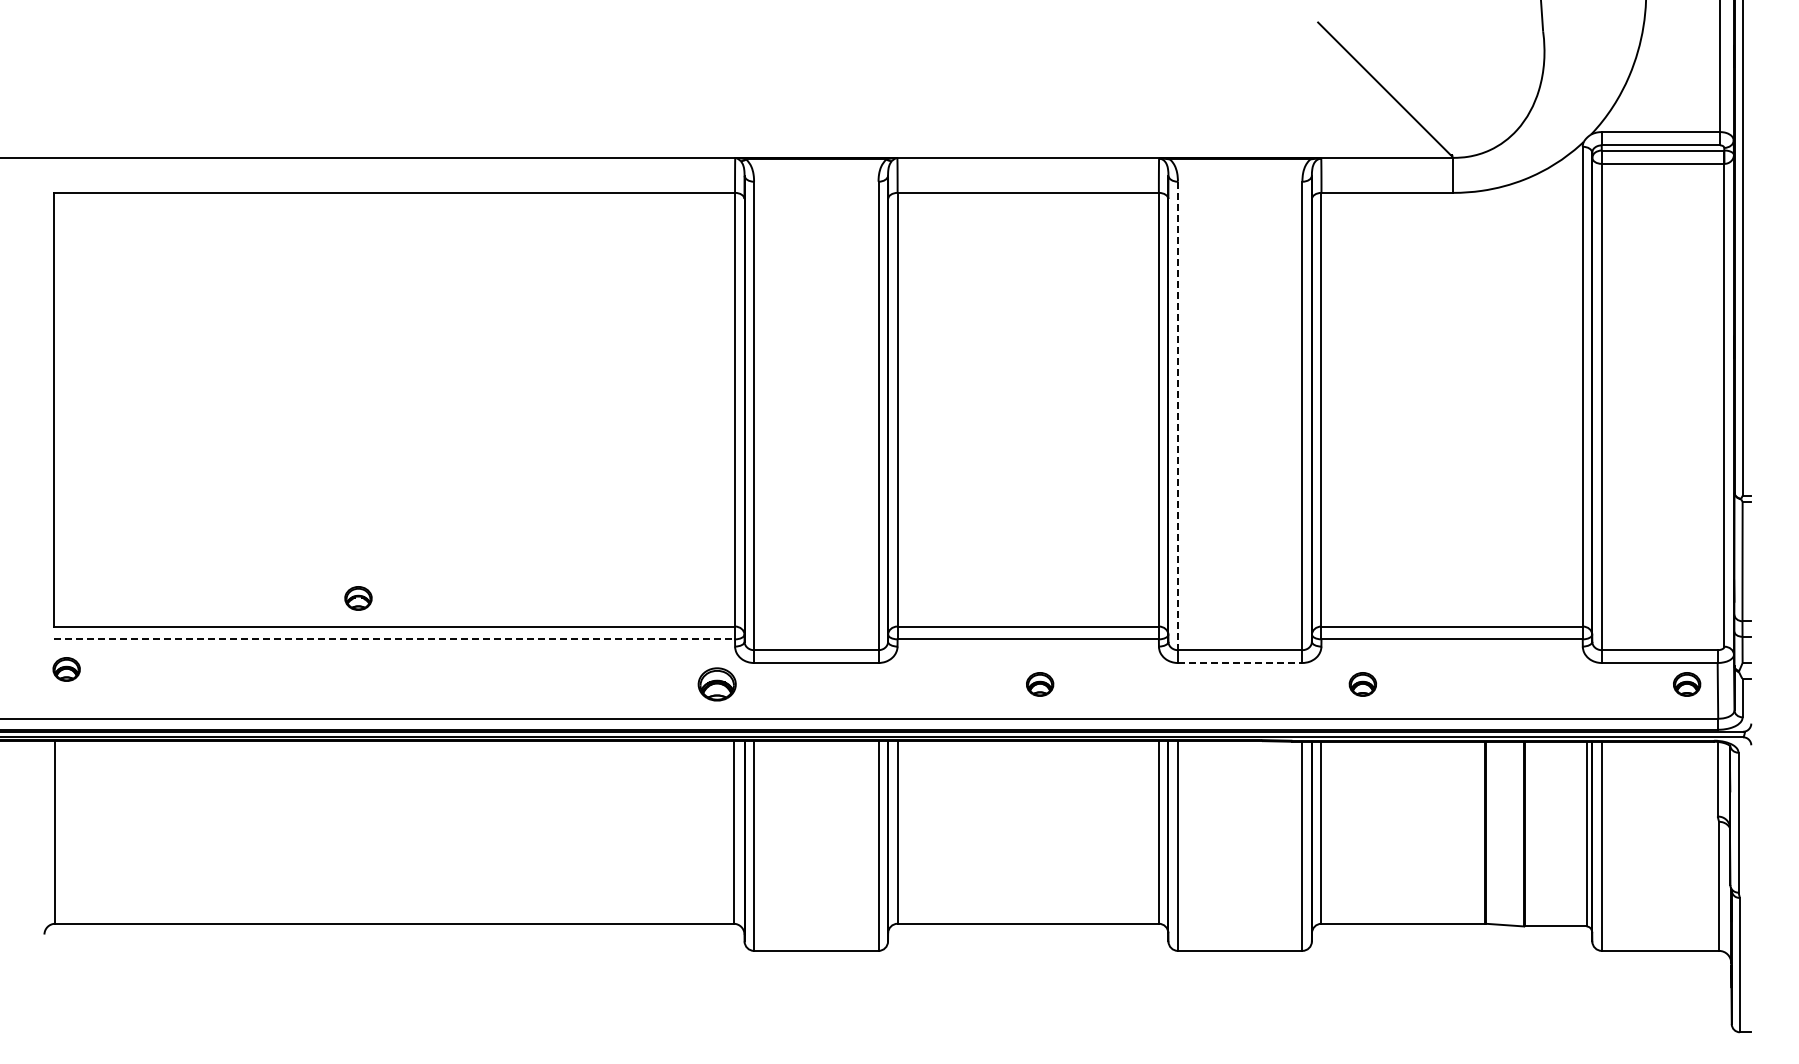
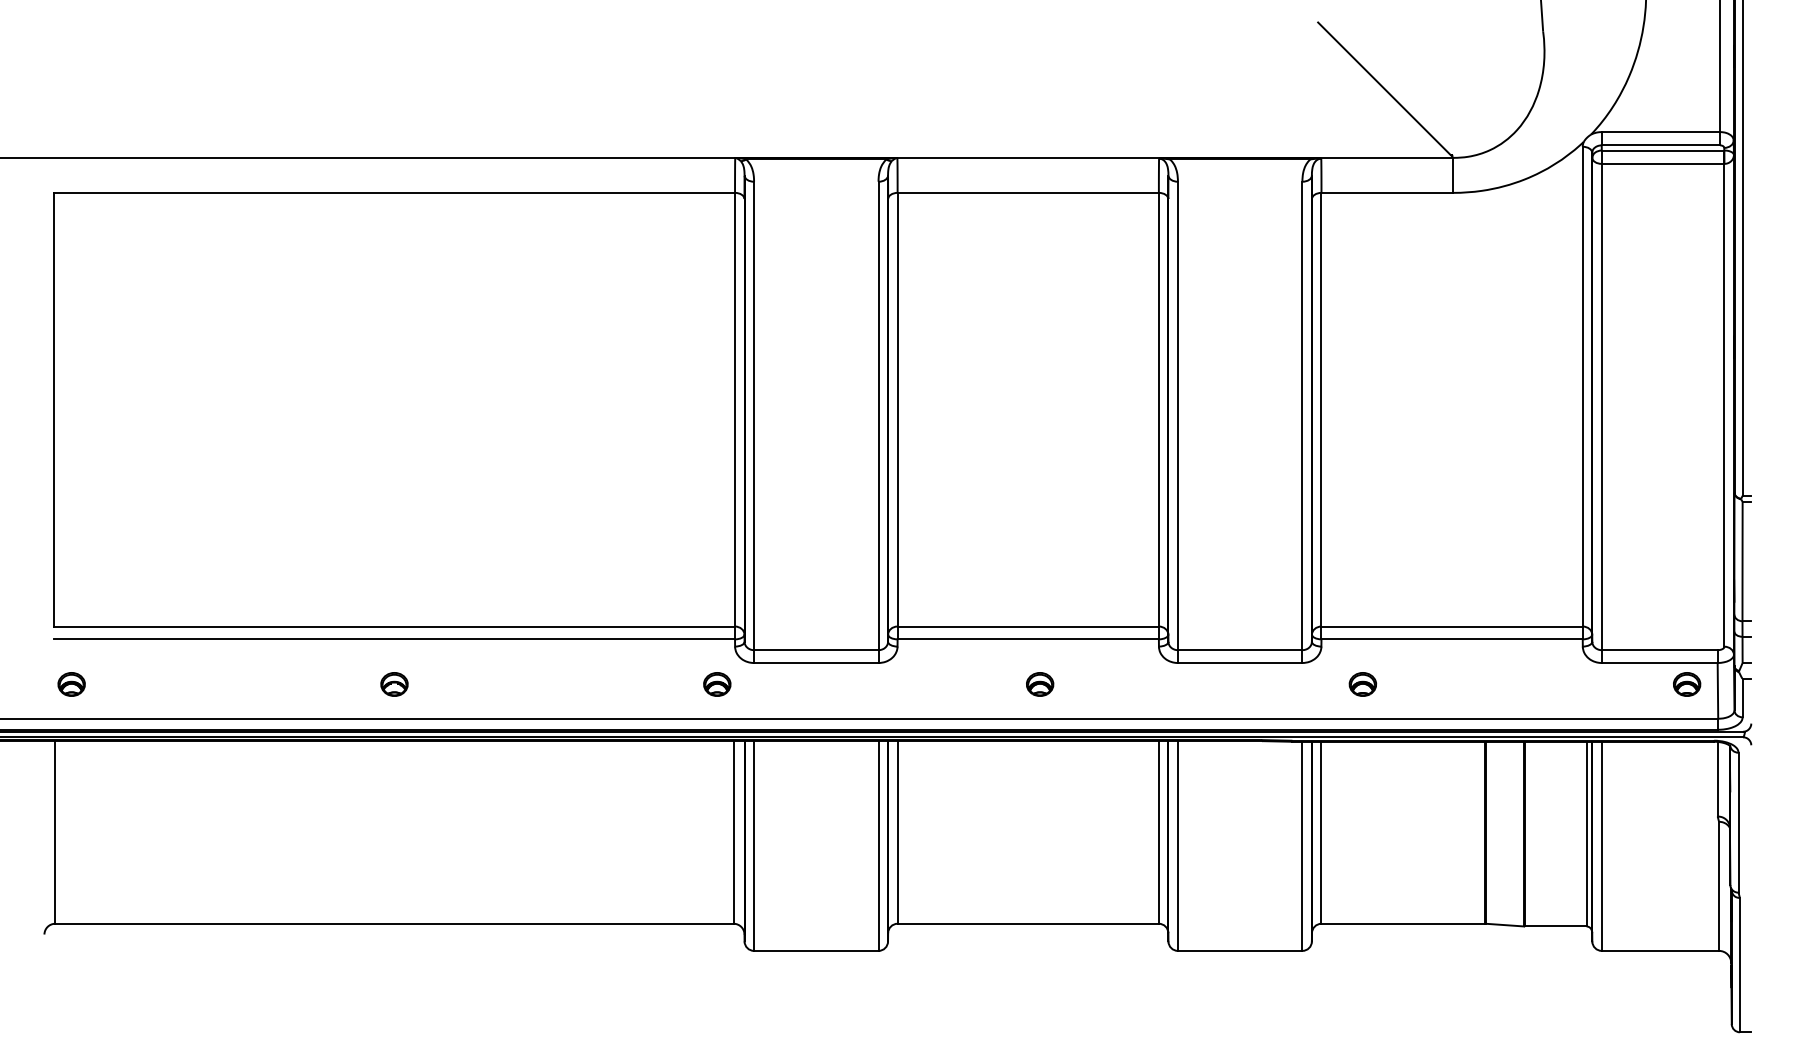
line at (1177, 416): dashed -> solid
part at (358, 598) position: (358, 598) -> (394, 684)
line at (394, 639): dashed -> solid
line at (1240, 663): dashed -> solid
part at (66, 669) position: (66, 669) -> (71, 684)
part at (716, 684) size: 40x35 px -> 29x25 px
